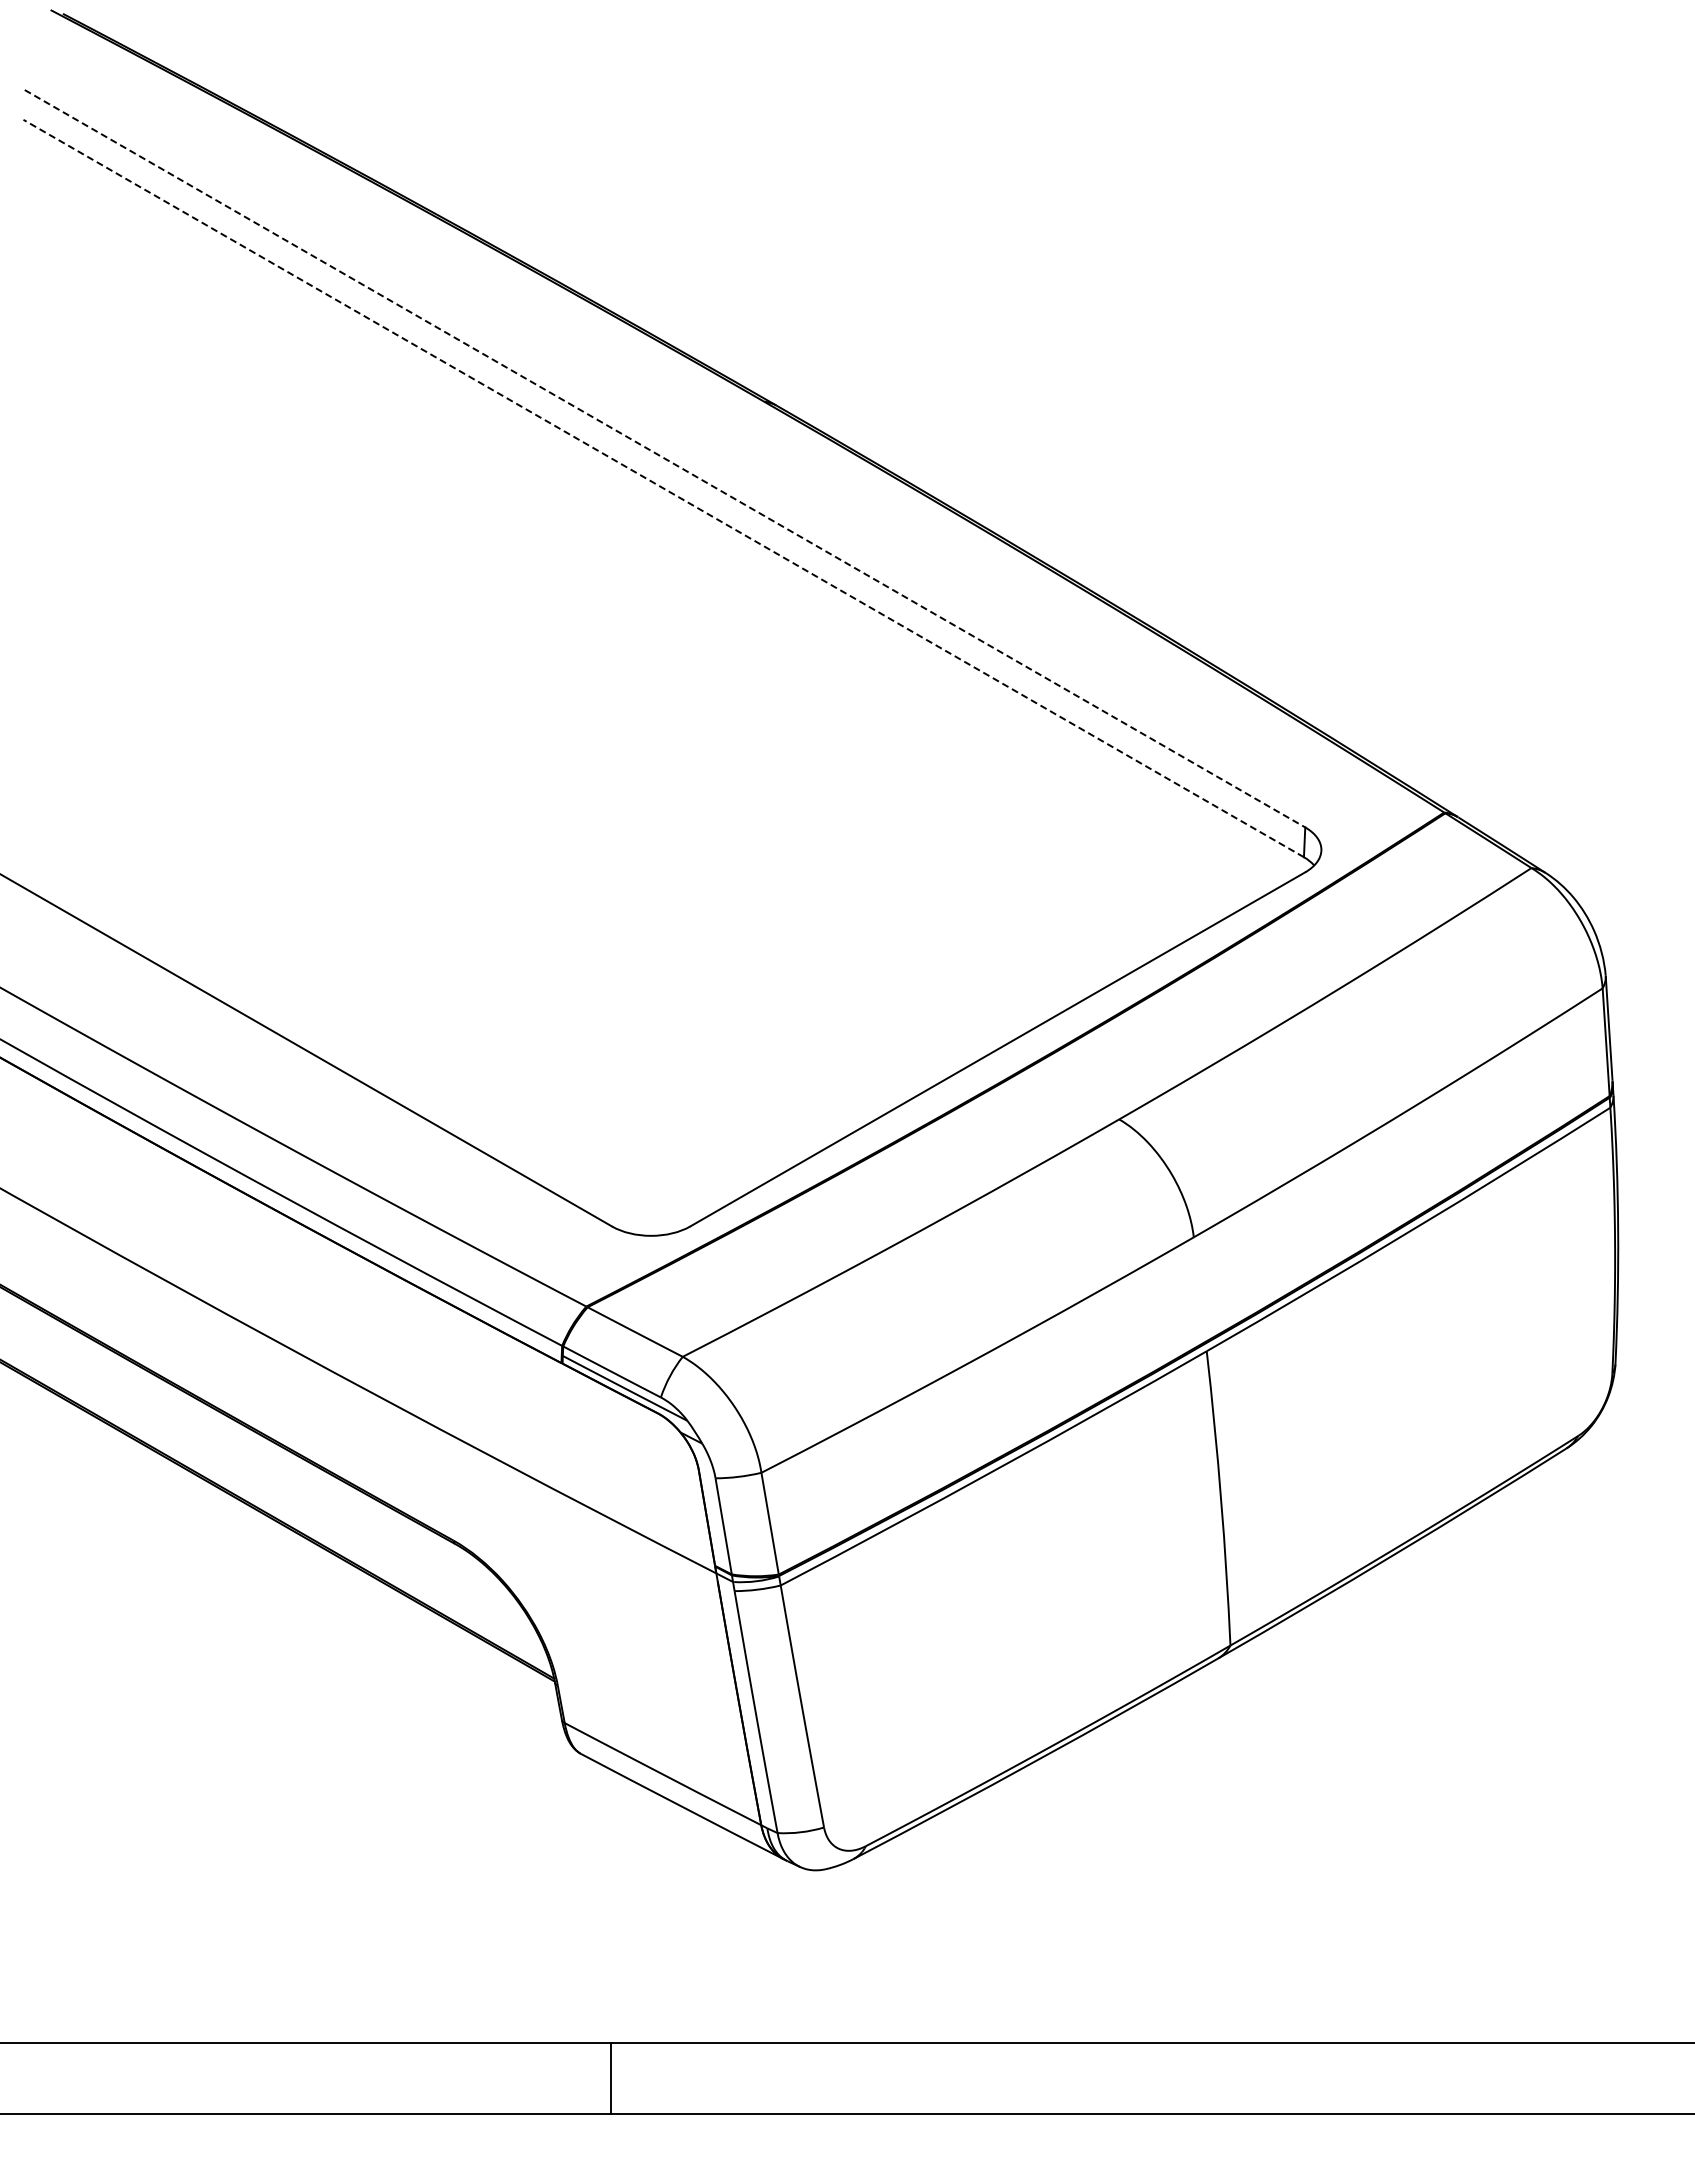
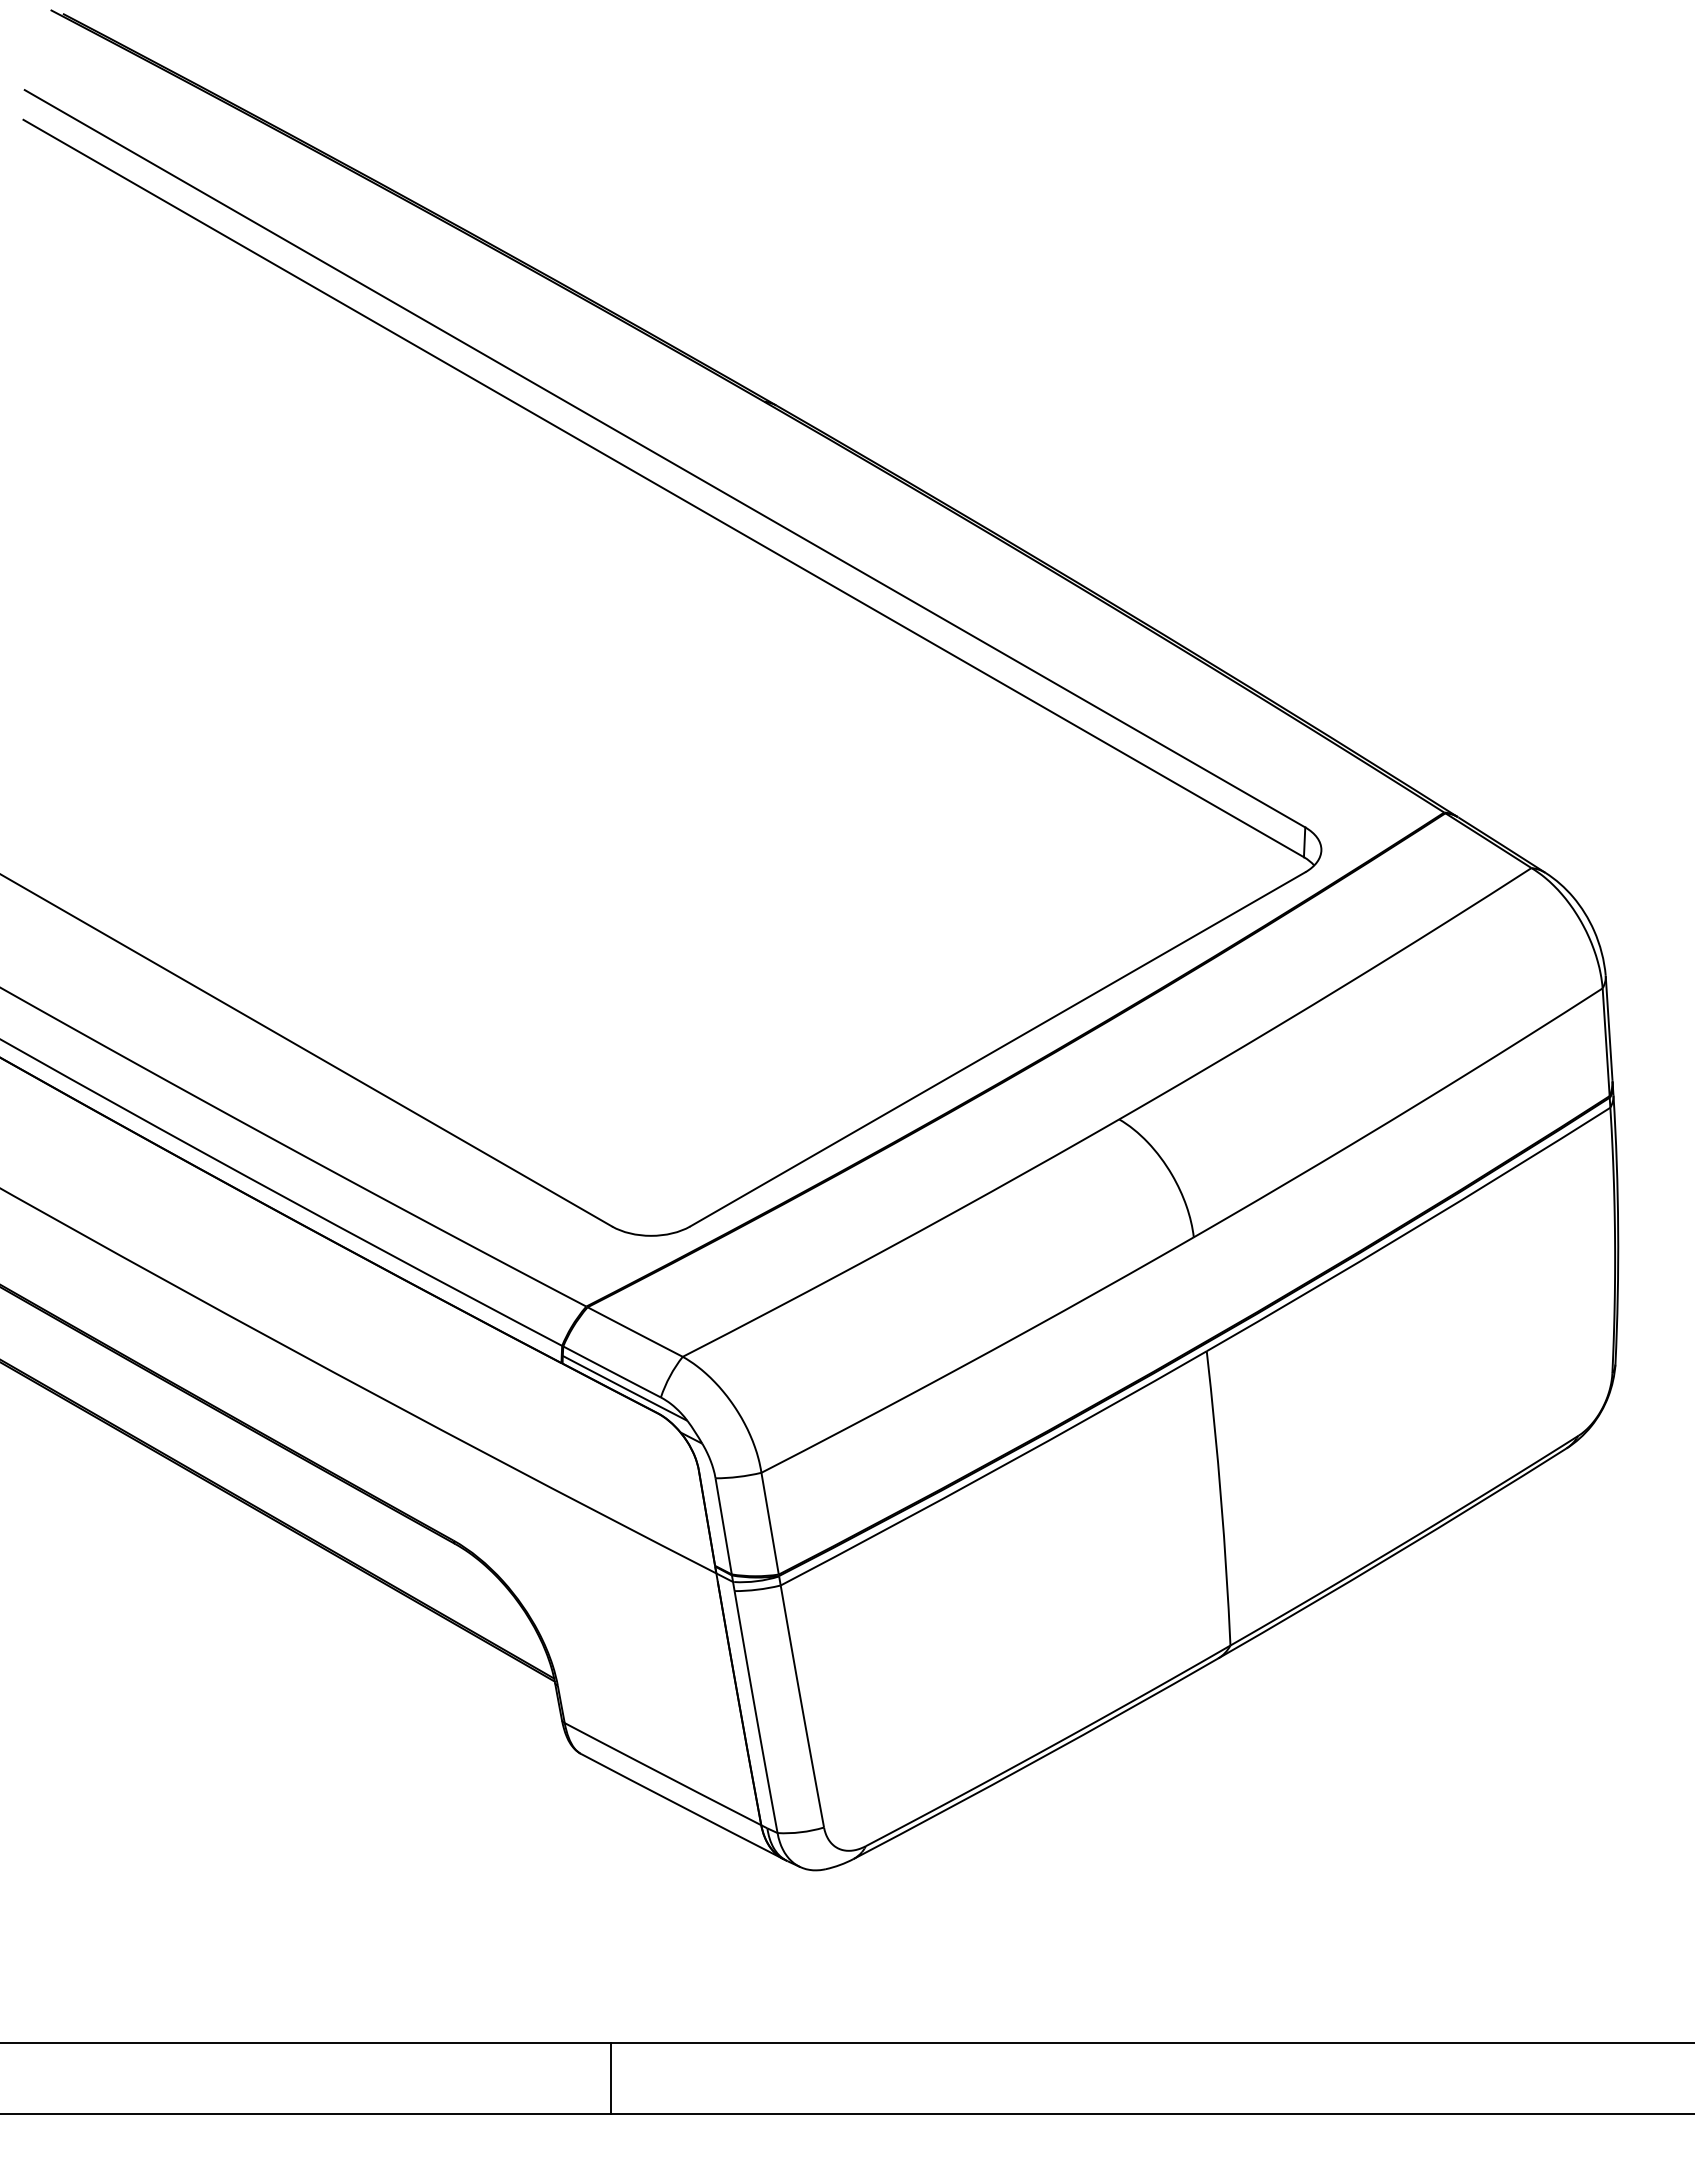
line at (665, 458): dashed -> solid
line at (663, 488): dashed -> solid
